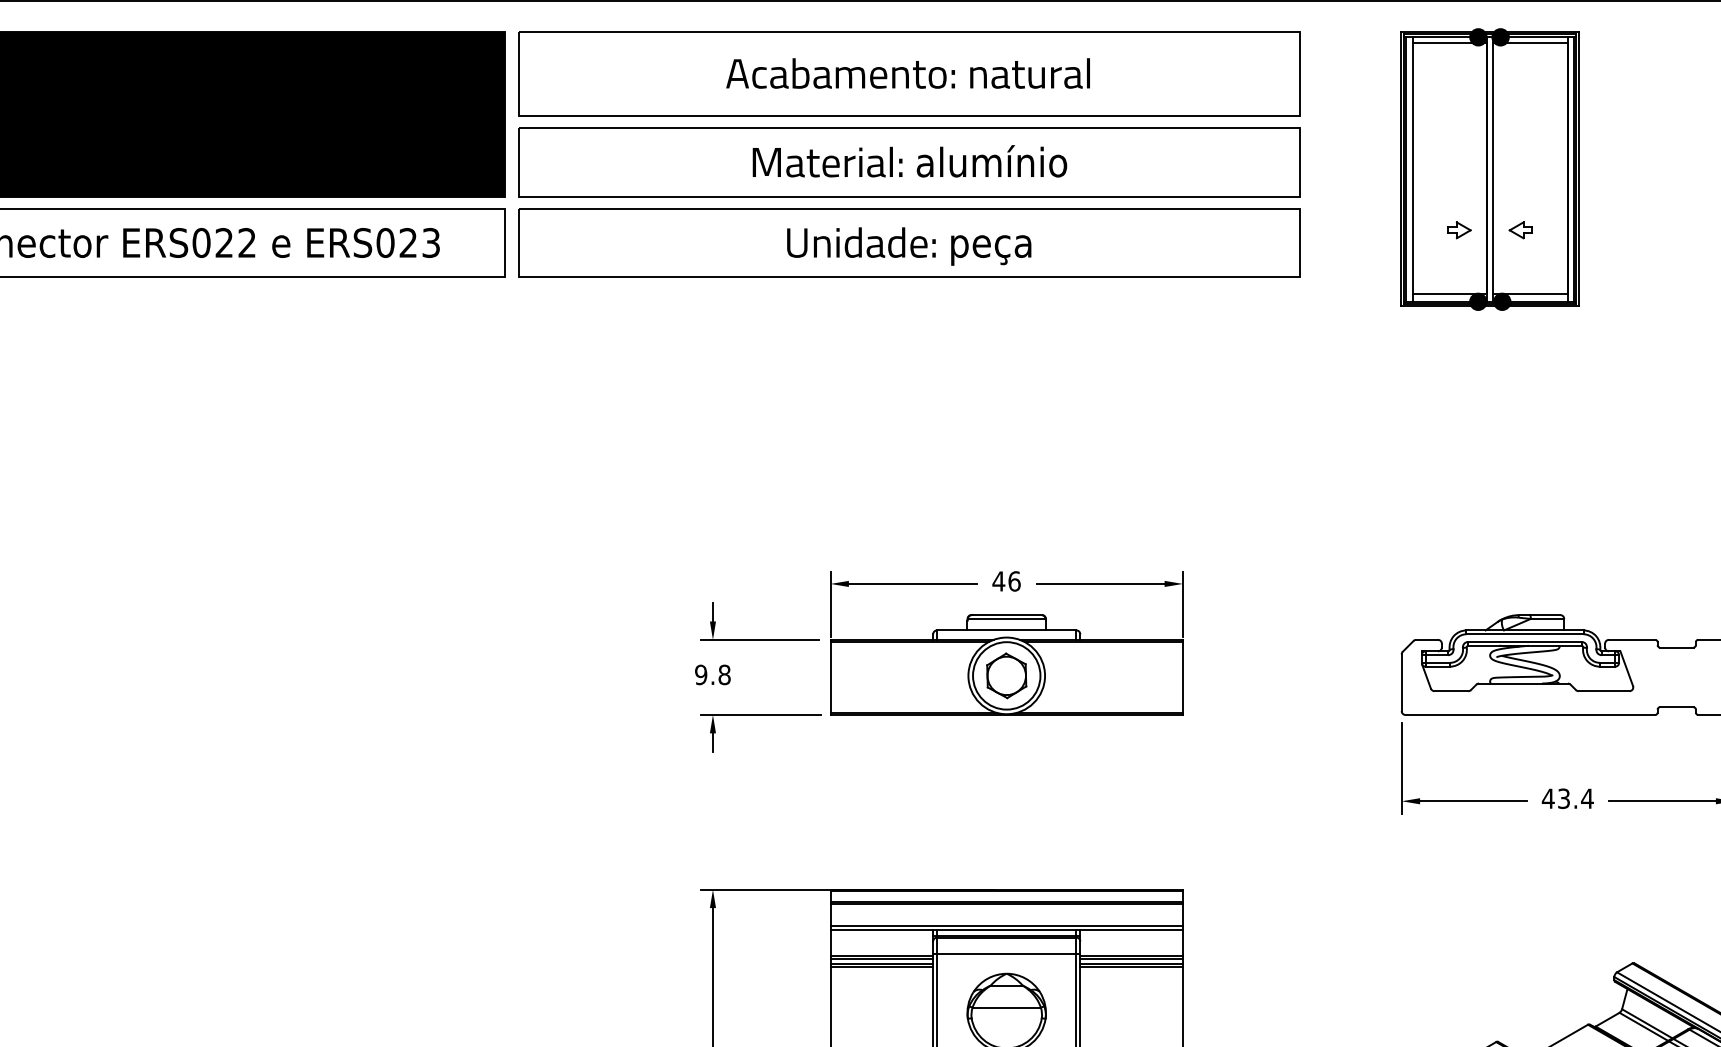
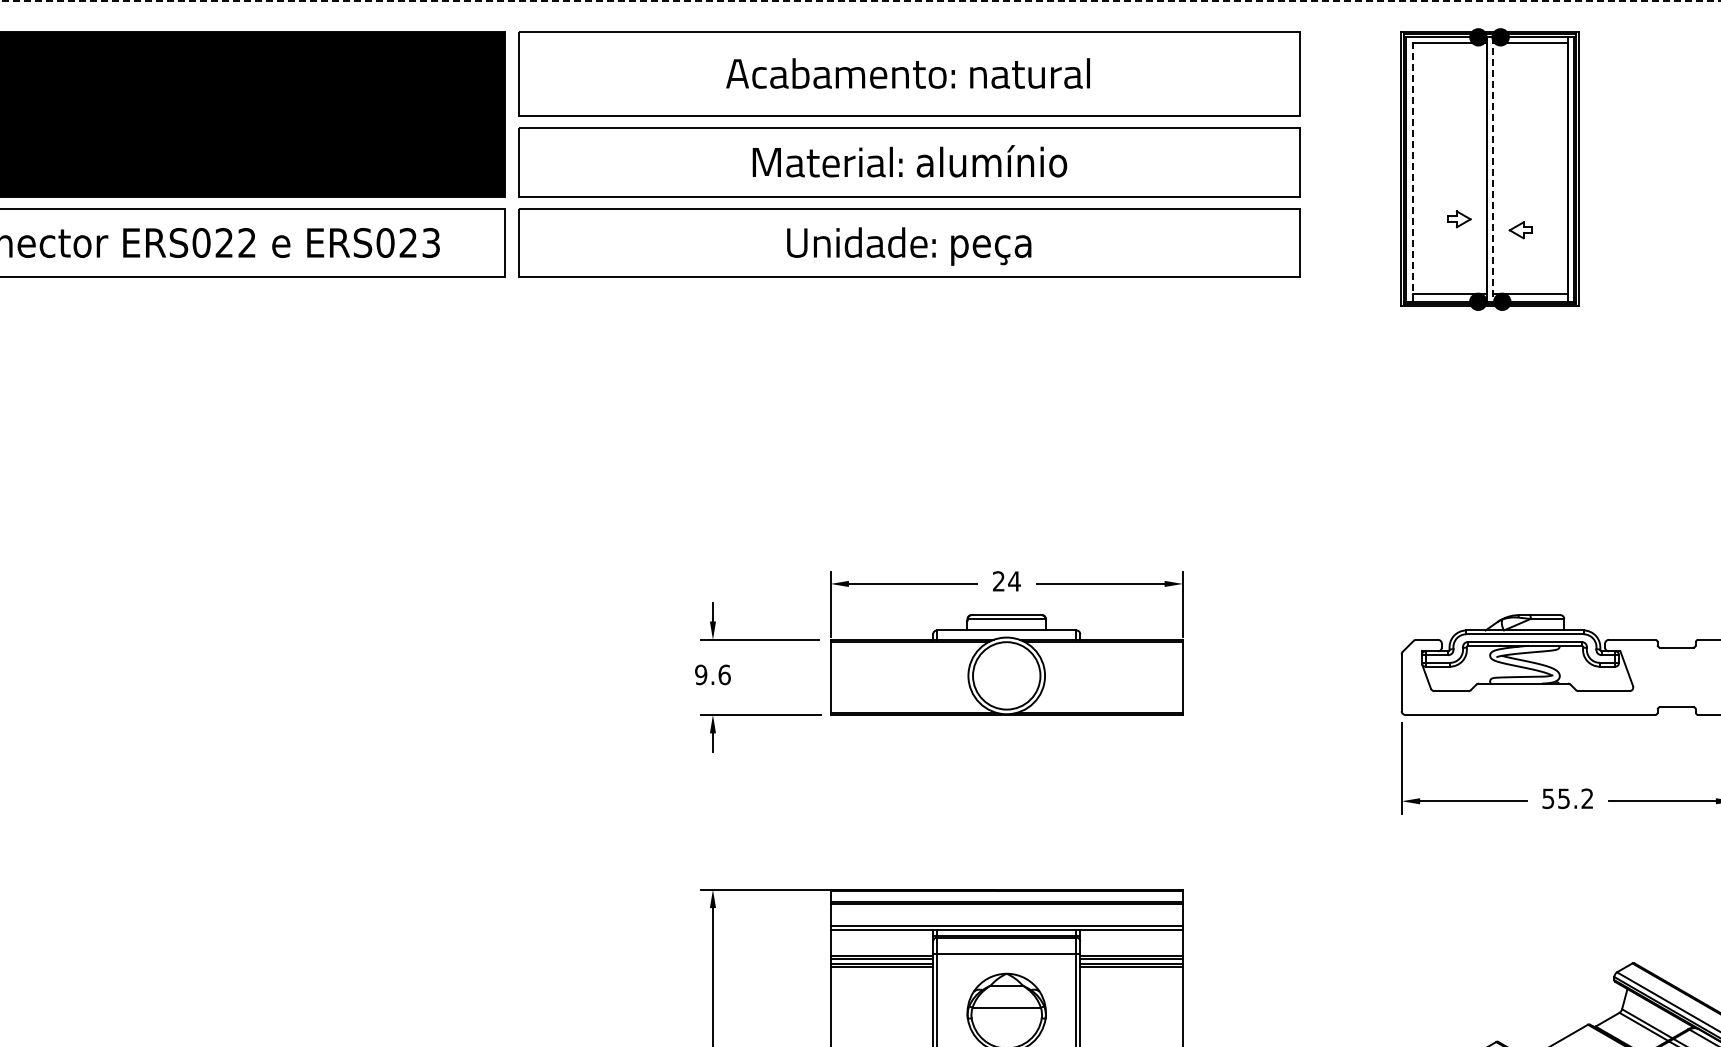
line at (861, 0): solid -> dashed
line at (1412, 169): solid -> dashed
line at (1493, 170): solid -> dashed
part at (1459, 230) position: (1459, 230) -> (1459, 219)
text at (1006, 581): 46 -> 24
text at (724, 674): 9.8 -> 9.6
part at (1006, 675): present -> none
text at (1567, 798): 43.4 -> 55.2
